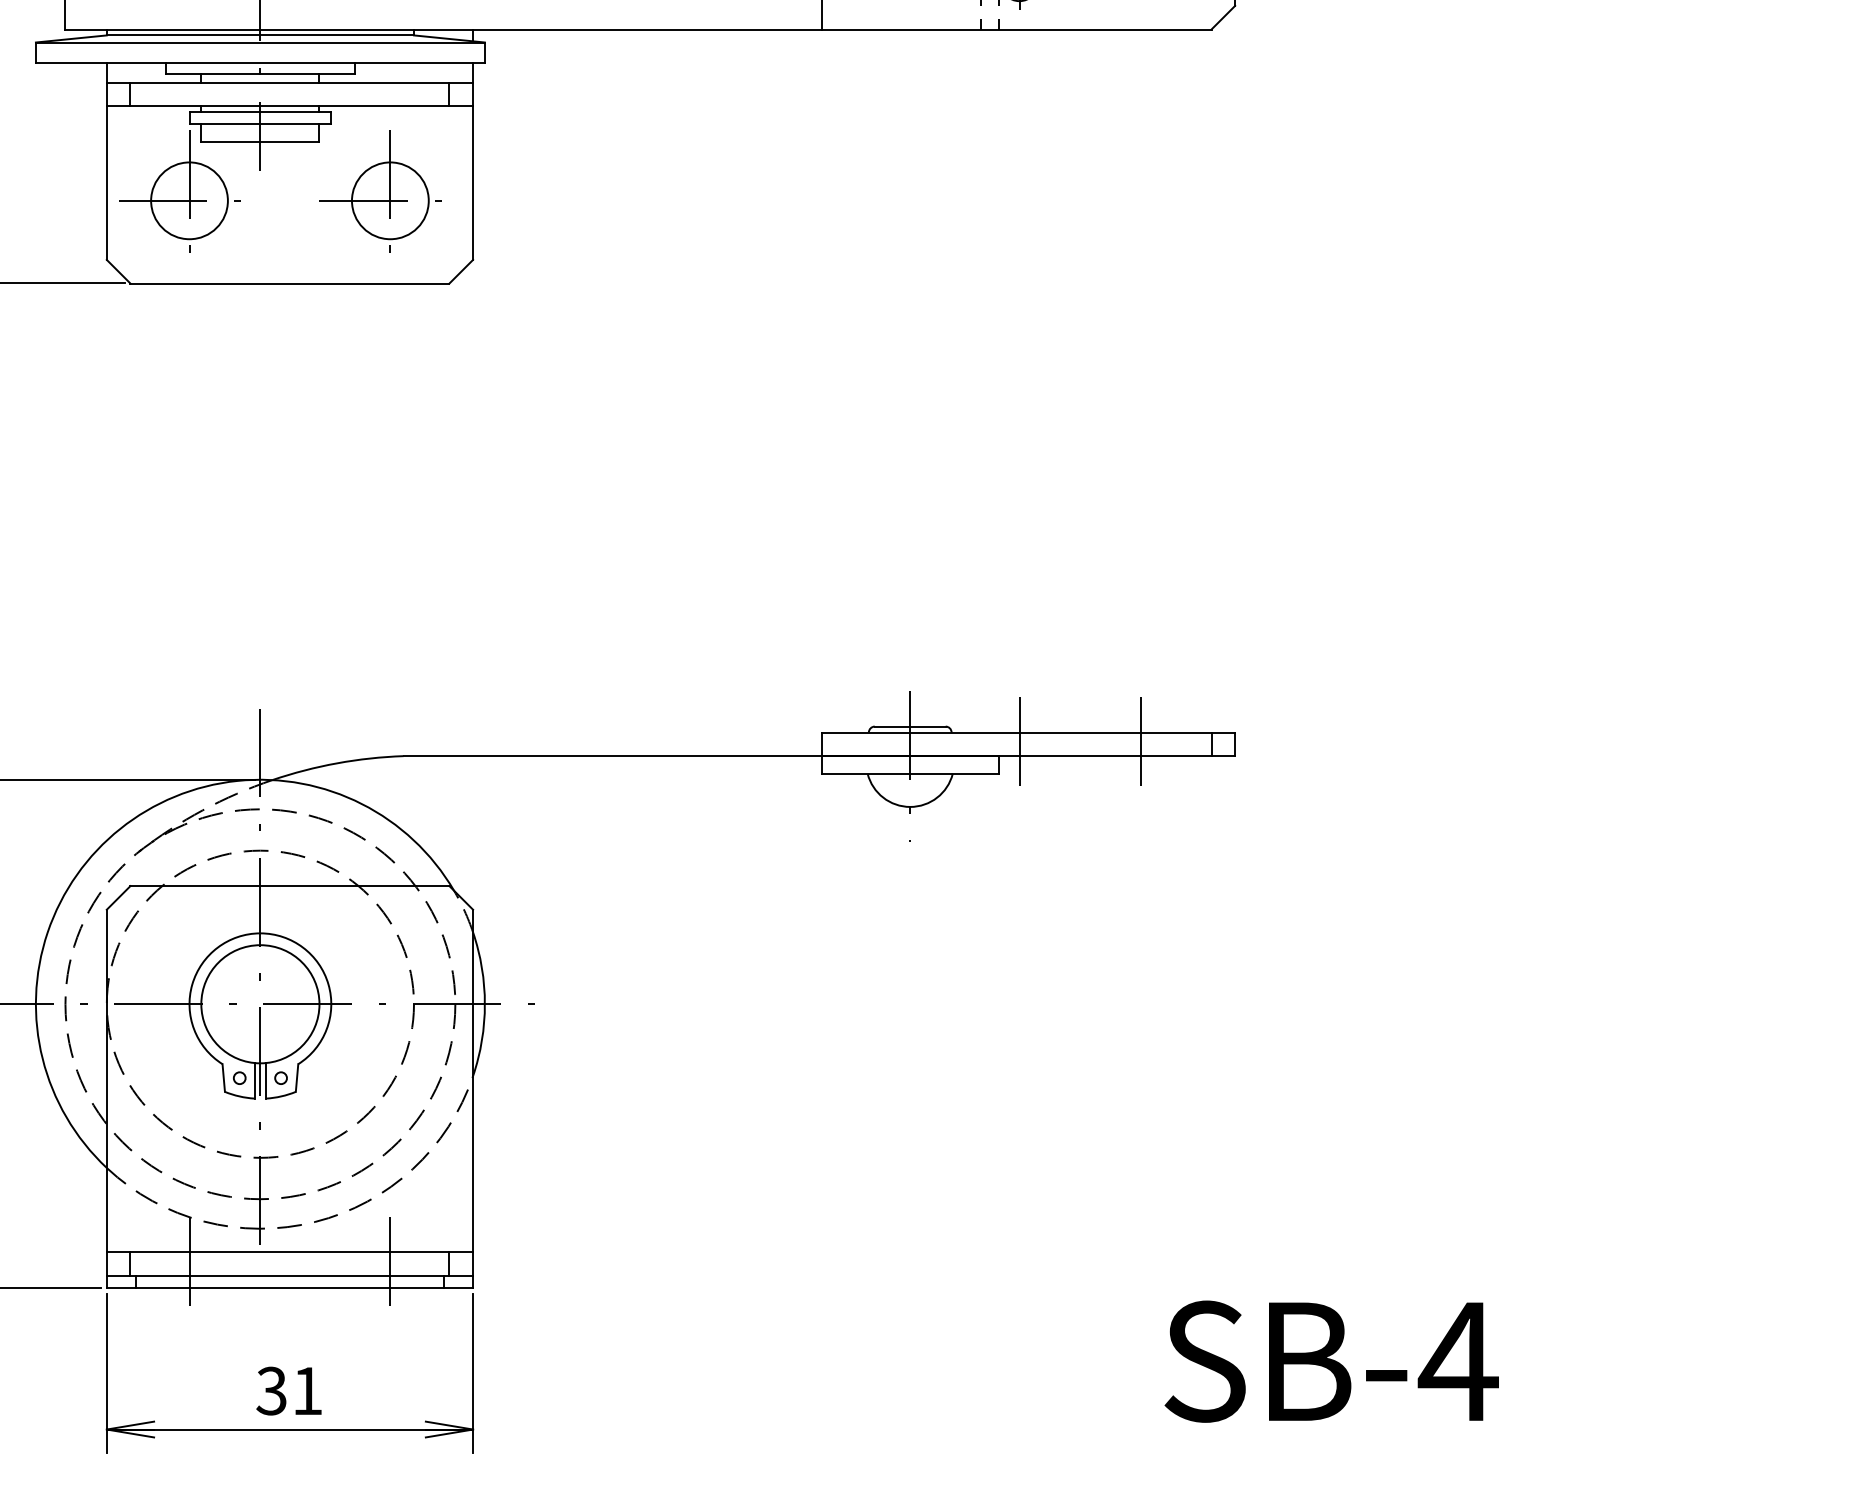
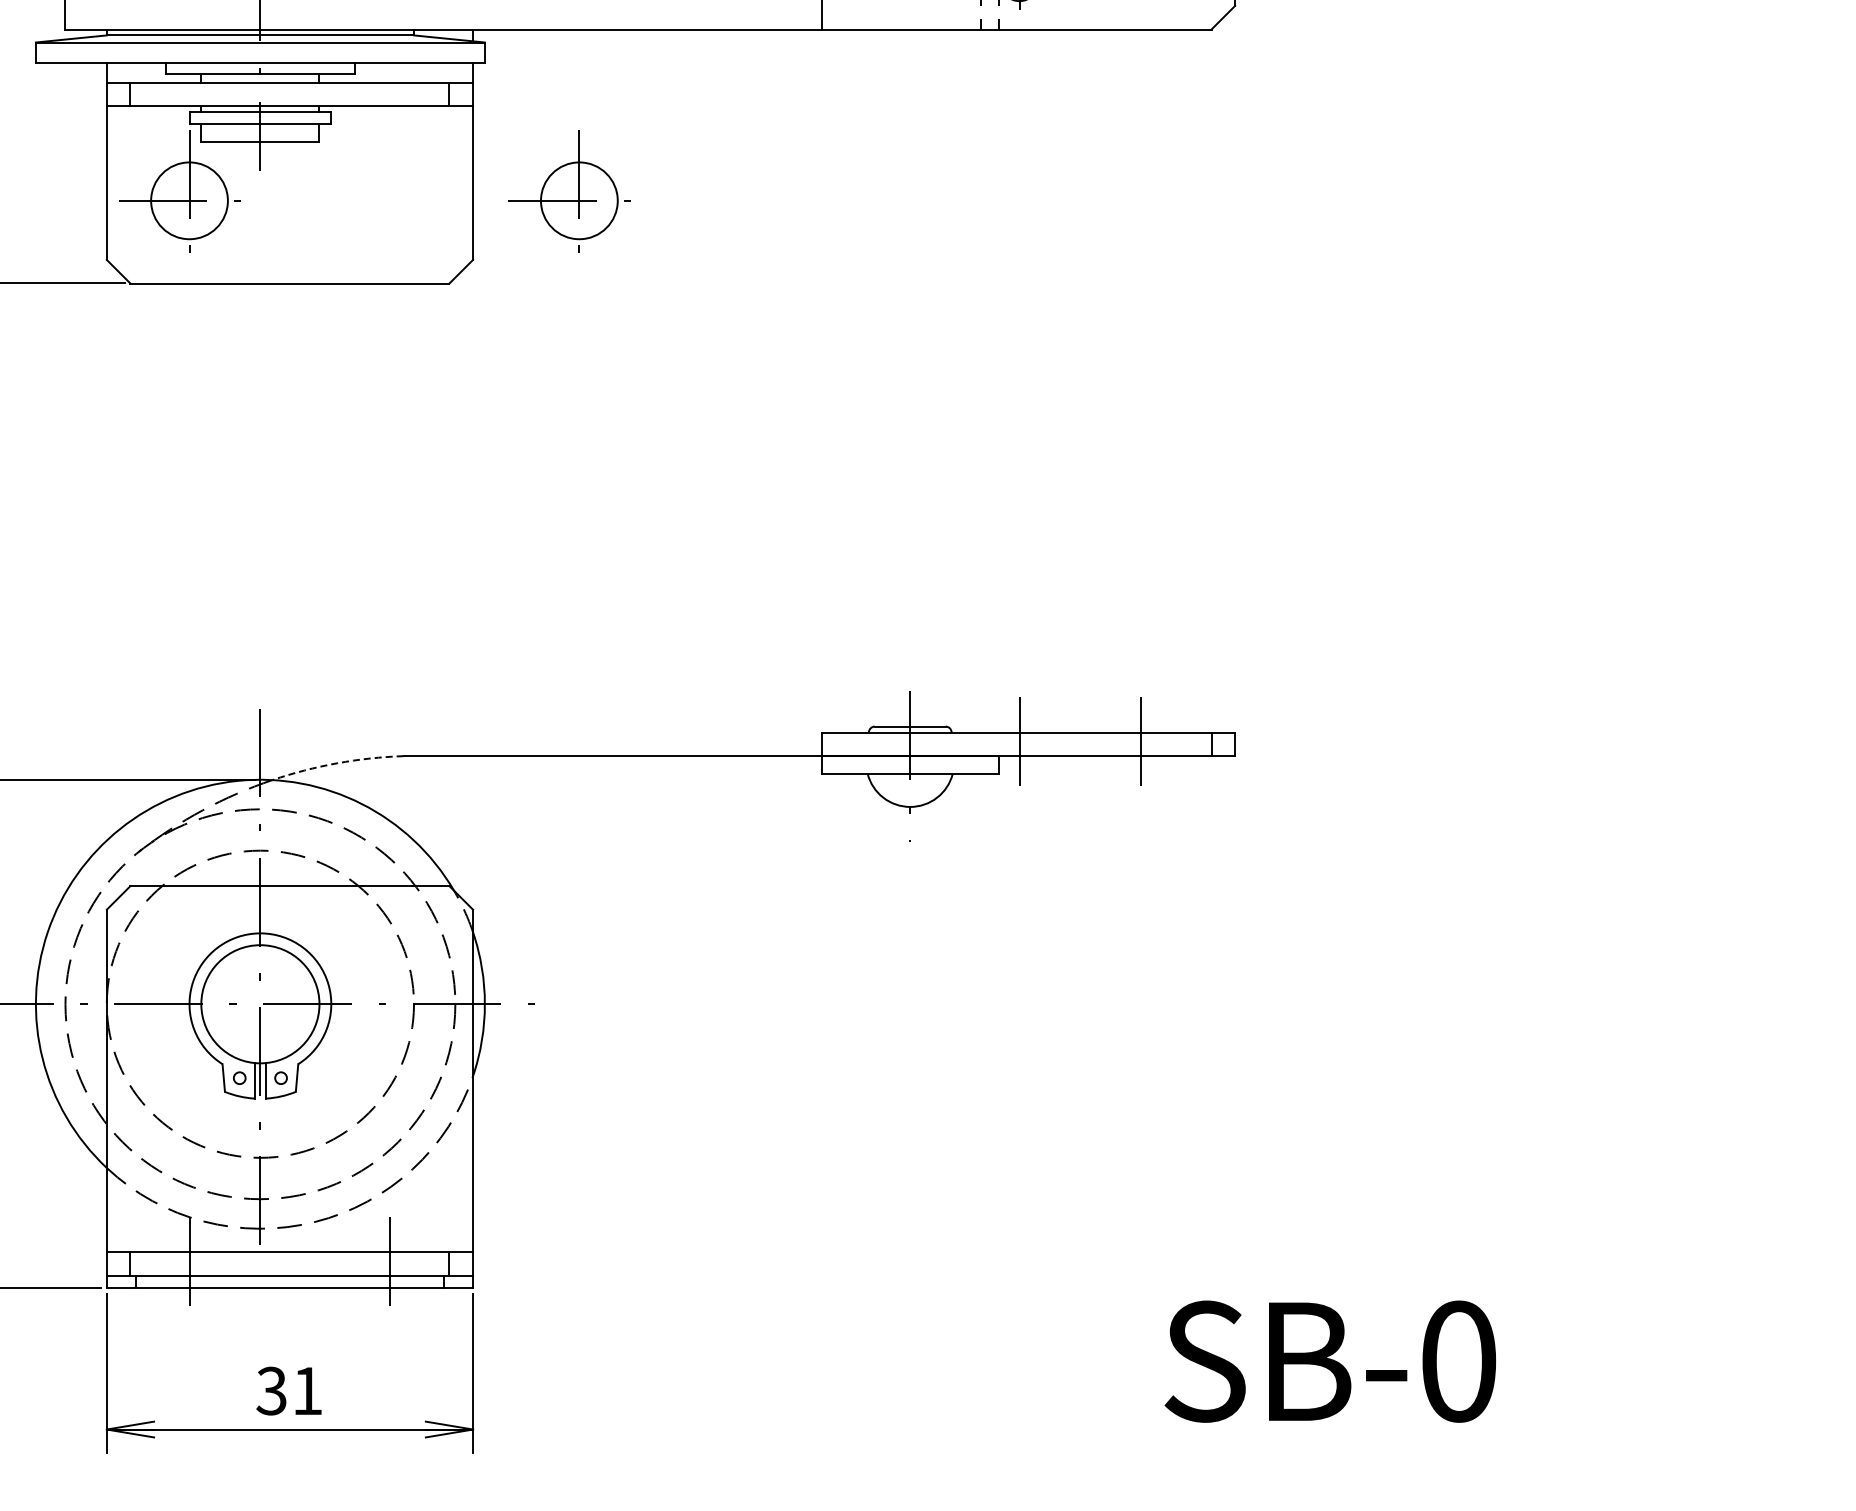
part at (380, 191) position: (380, 191) -> (569, 191)
arc at (337, 763): solid -> dashed
text at (1457, 1361): SB-4 -> SB-0
